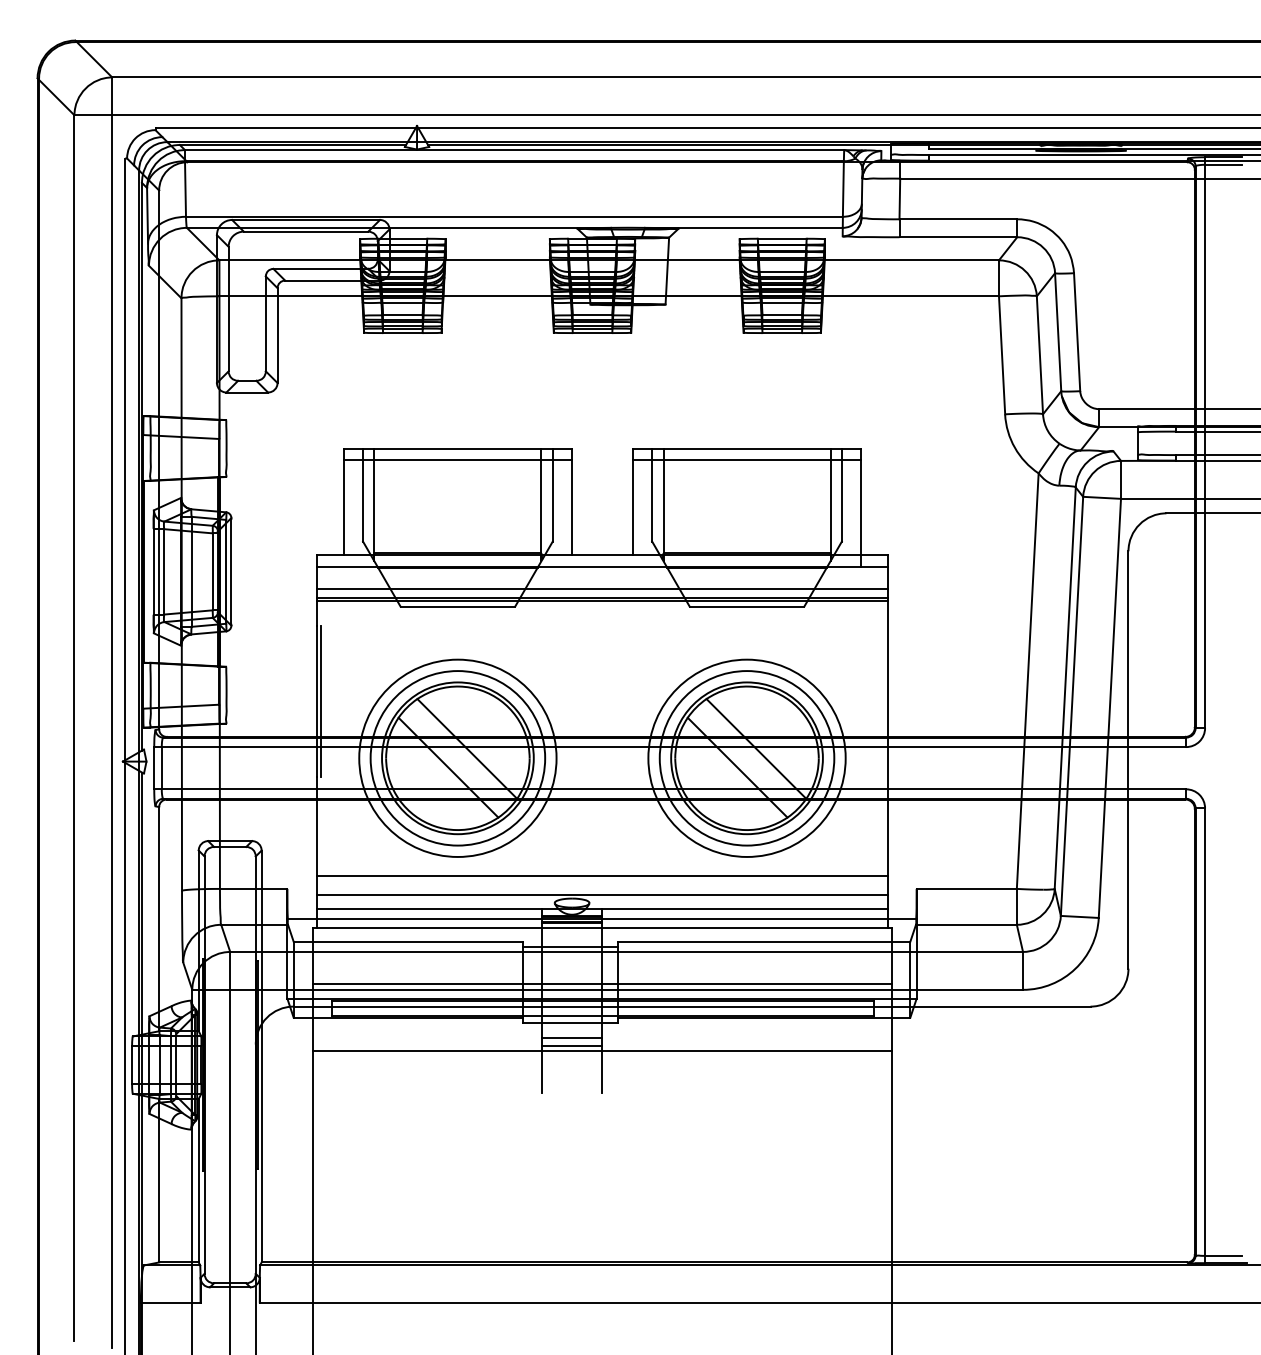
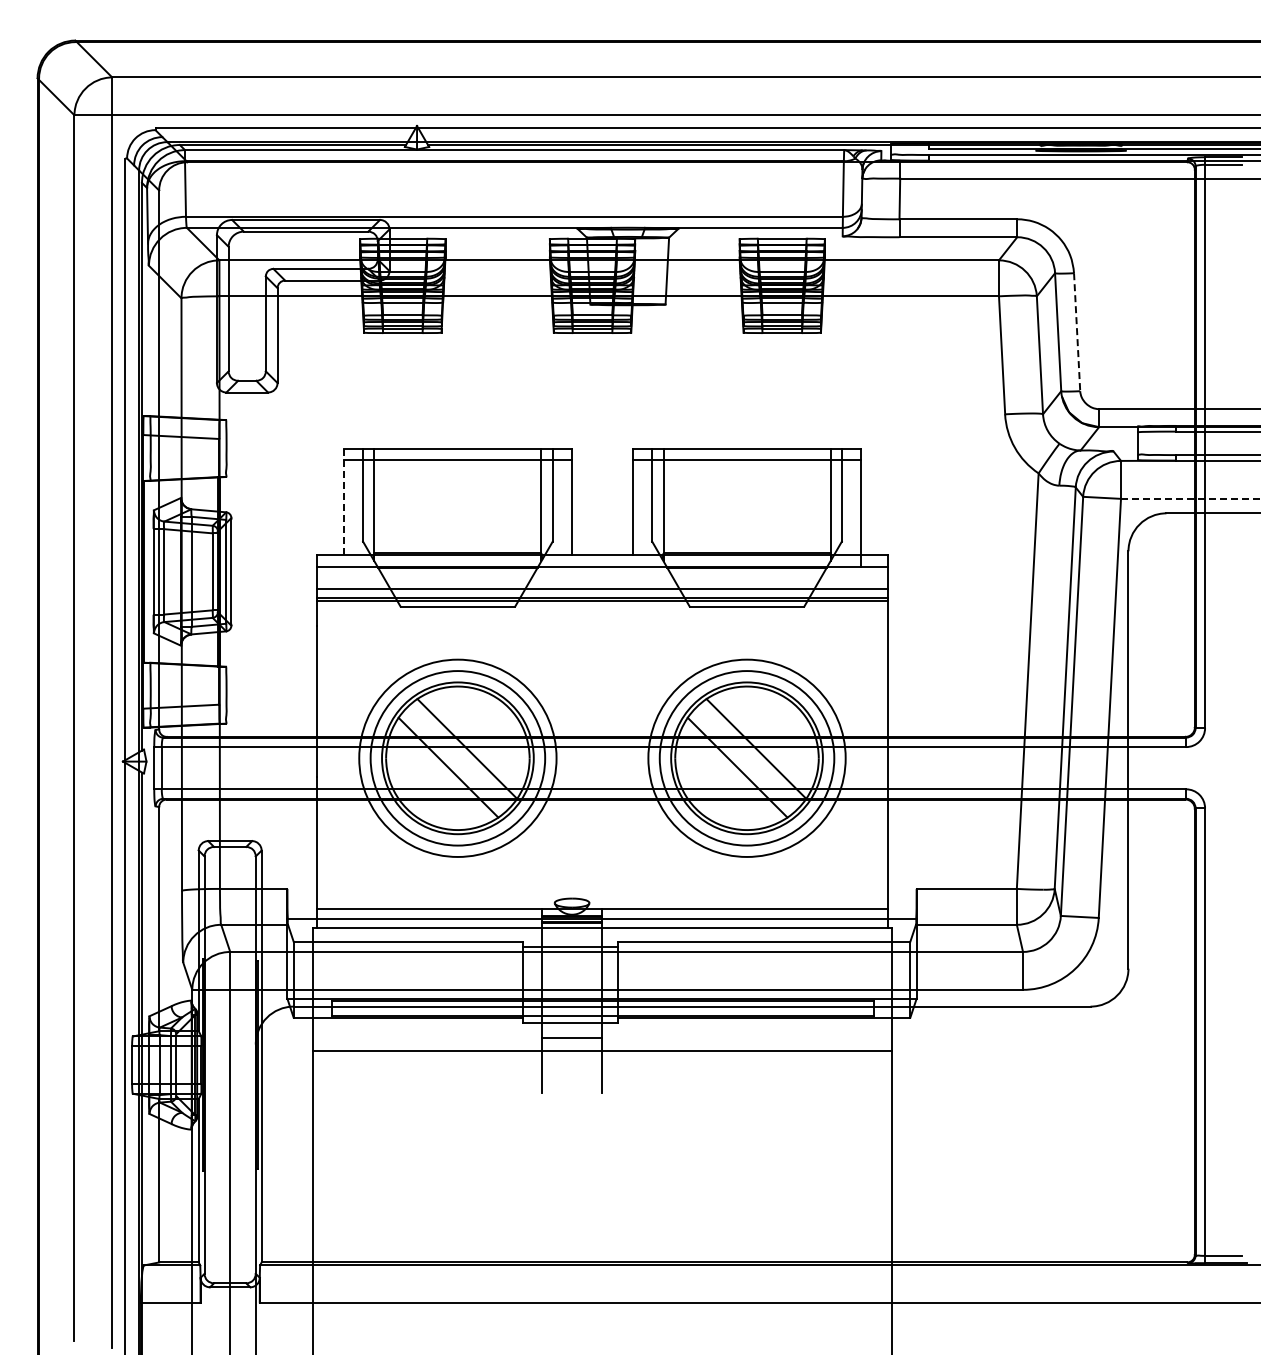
line at (1077, 332): solid -> dashed
line at (1191, 498): solid -> dashed
line at (344, 502): solid -> dashed
line at (320, 701): present -> none
line at (602, 875): present -> none
line at (602, 894): present -> none
line at (602, 983): present -> none
line at (571, 1046): present -> none
